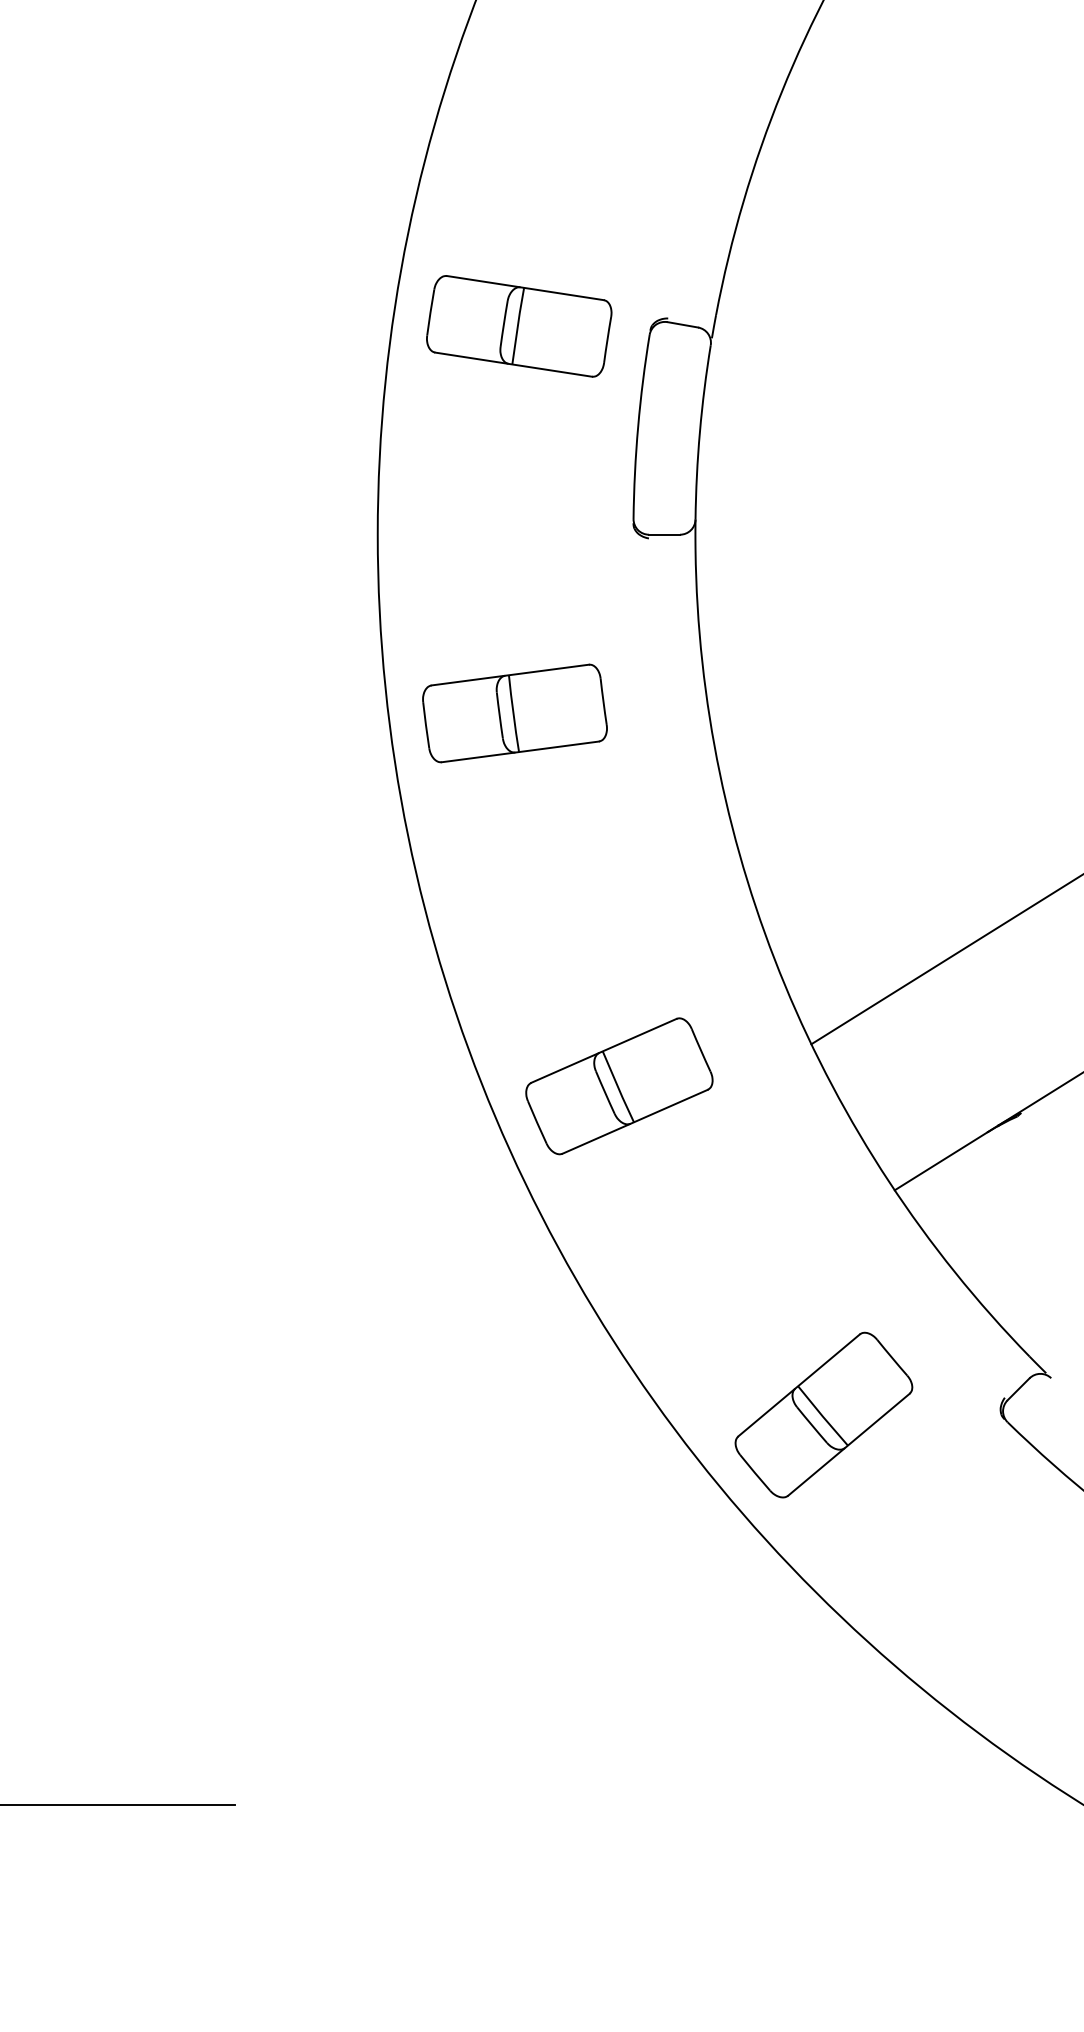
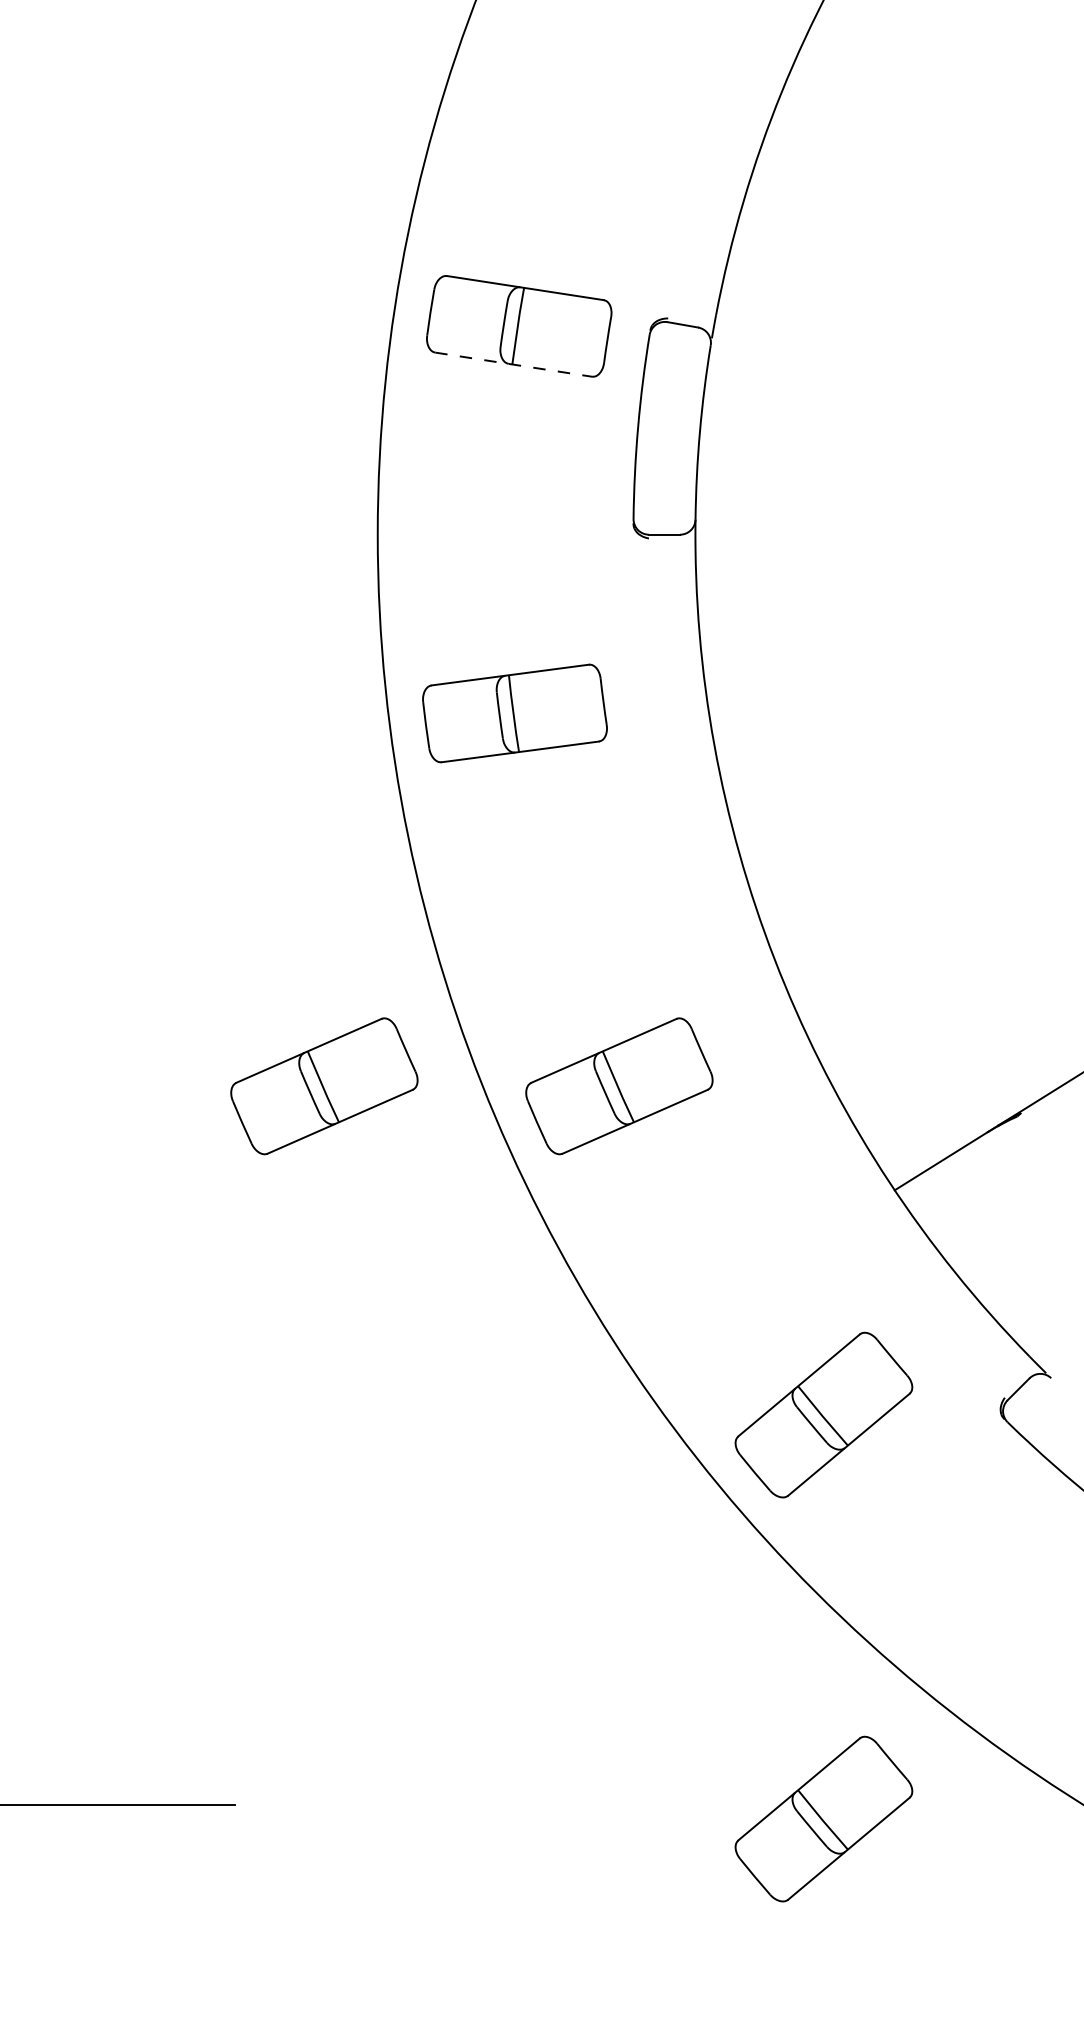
line at (514, 364): solid -> dashed
line at (945, 960): present -> none
part at (324, 1086): none -> present
part at (823, 1818): none -> present
